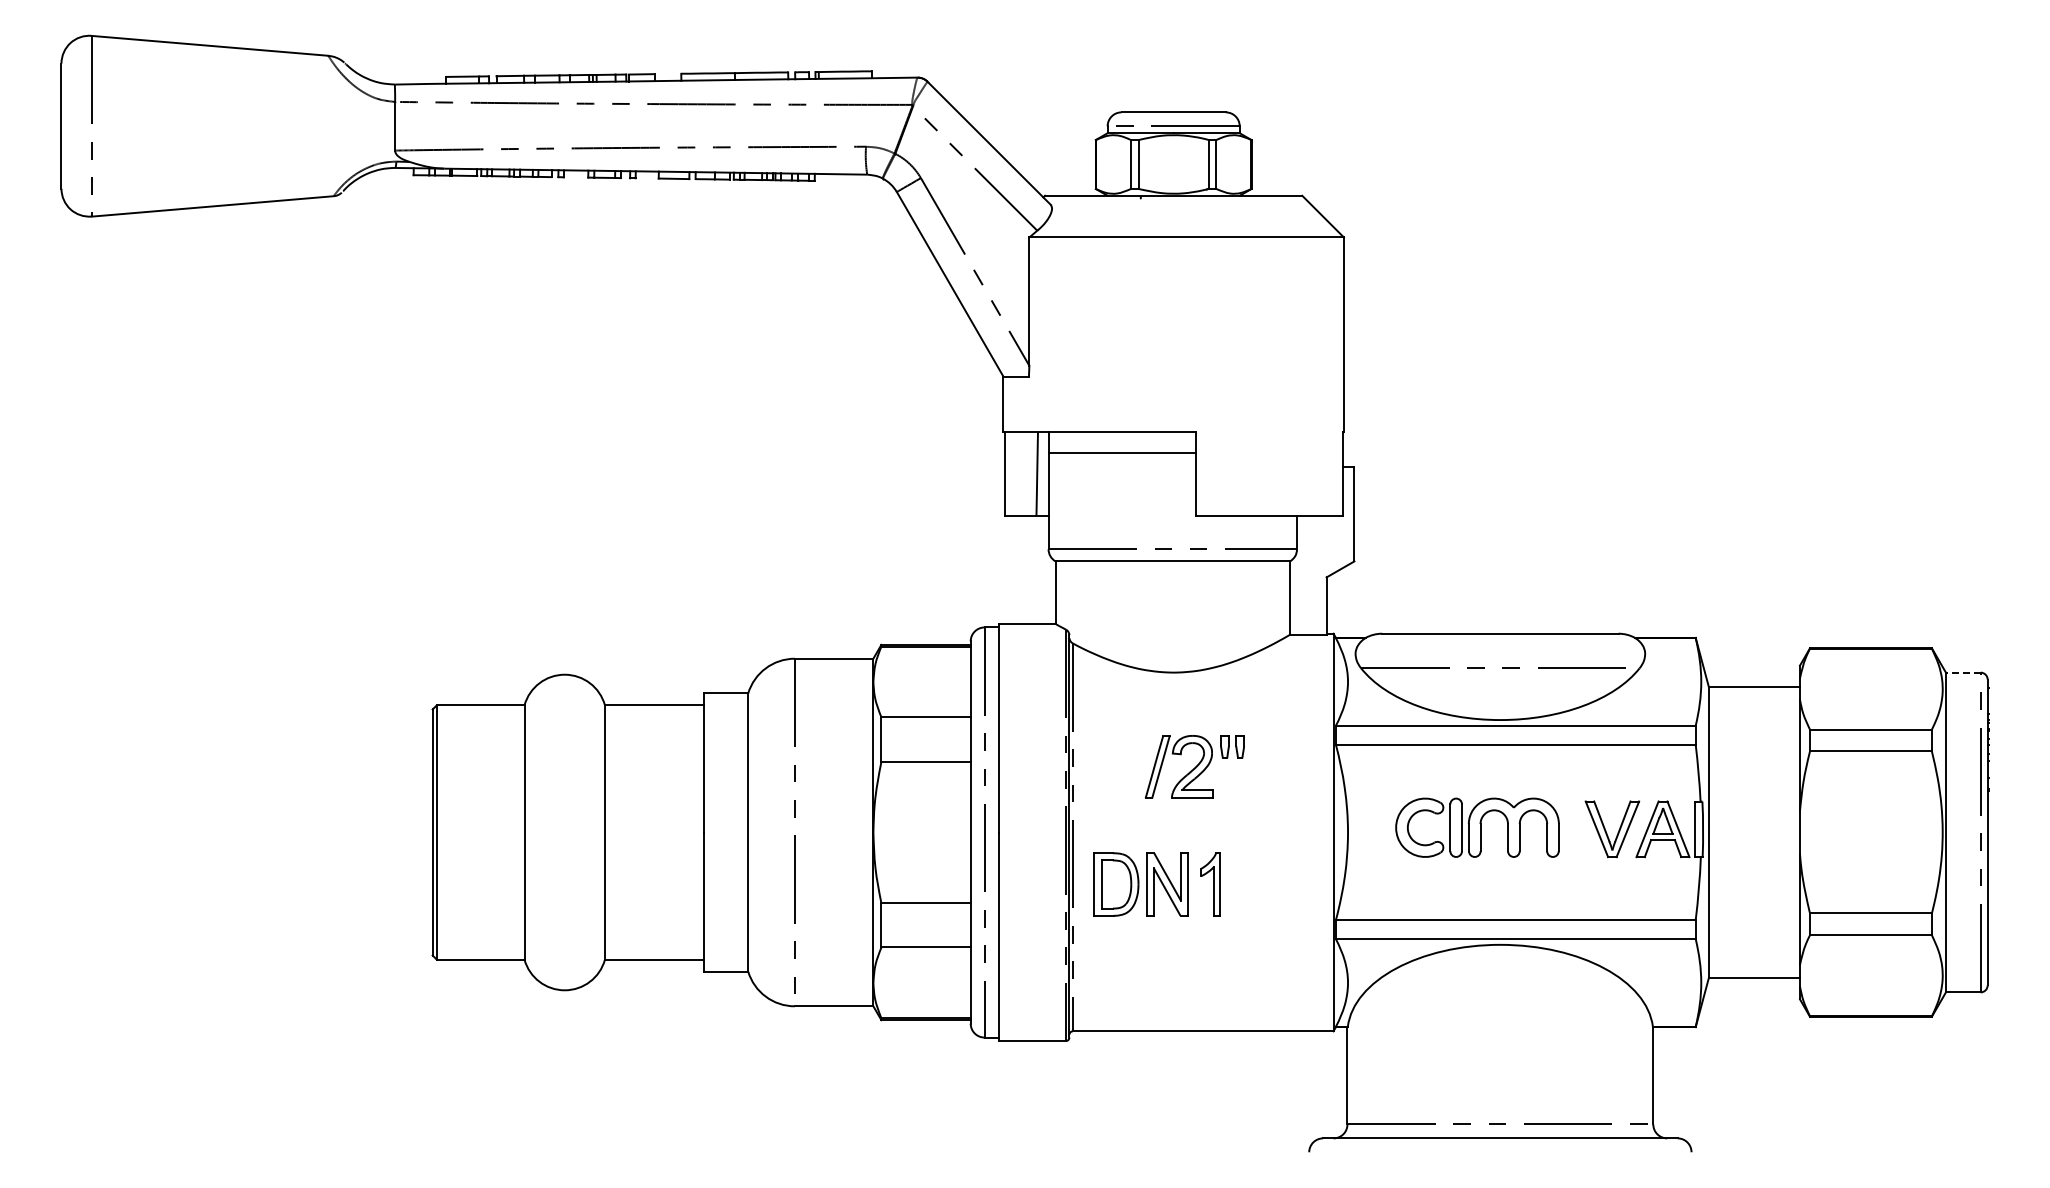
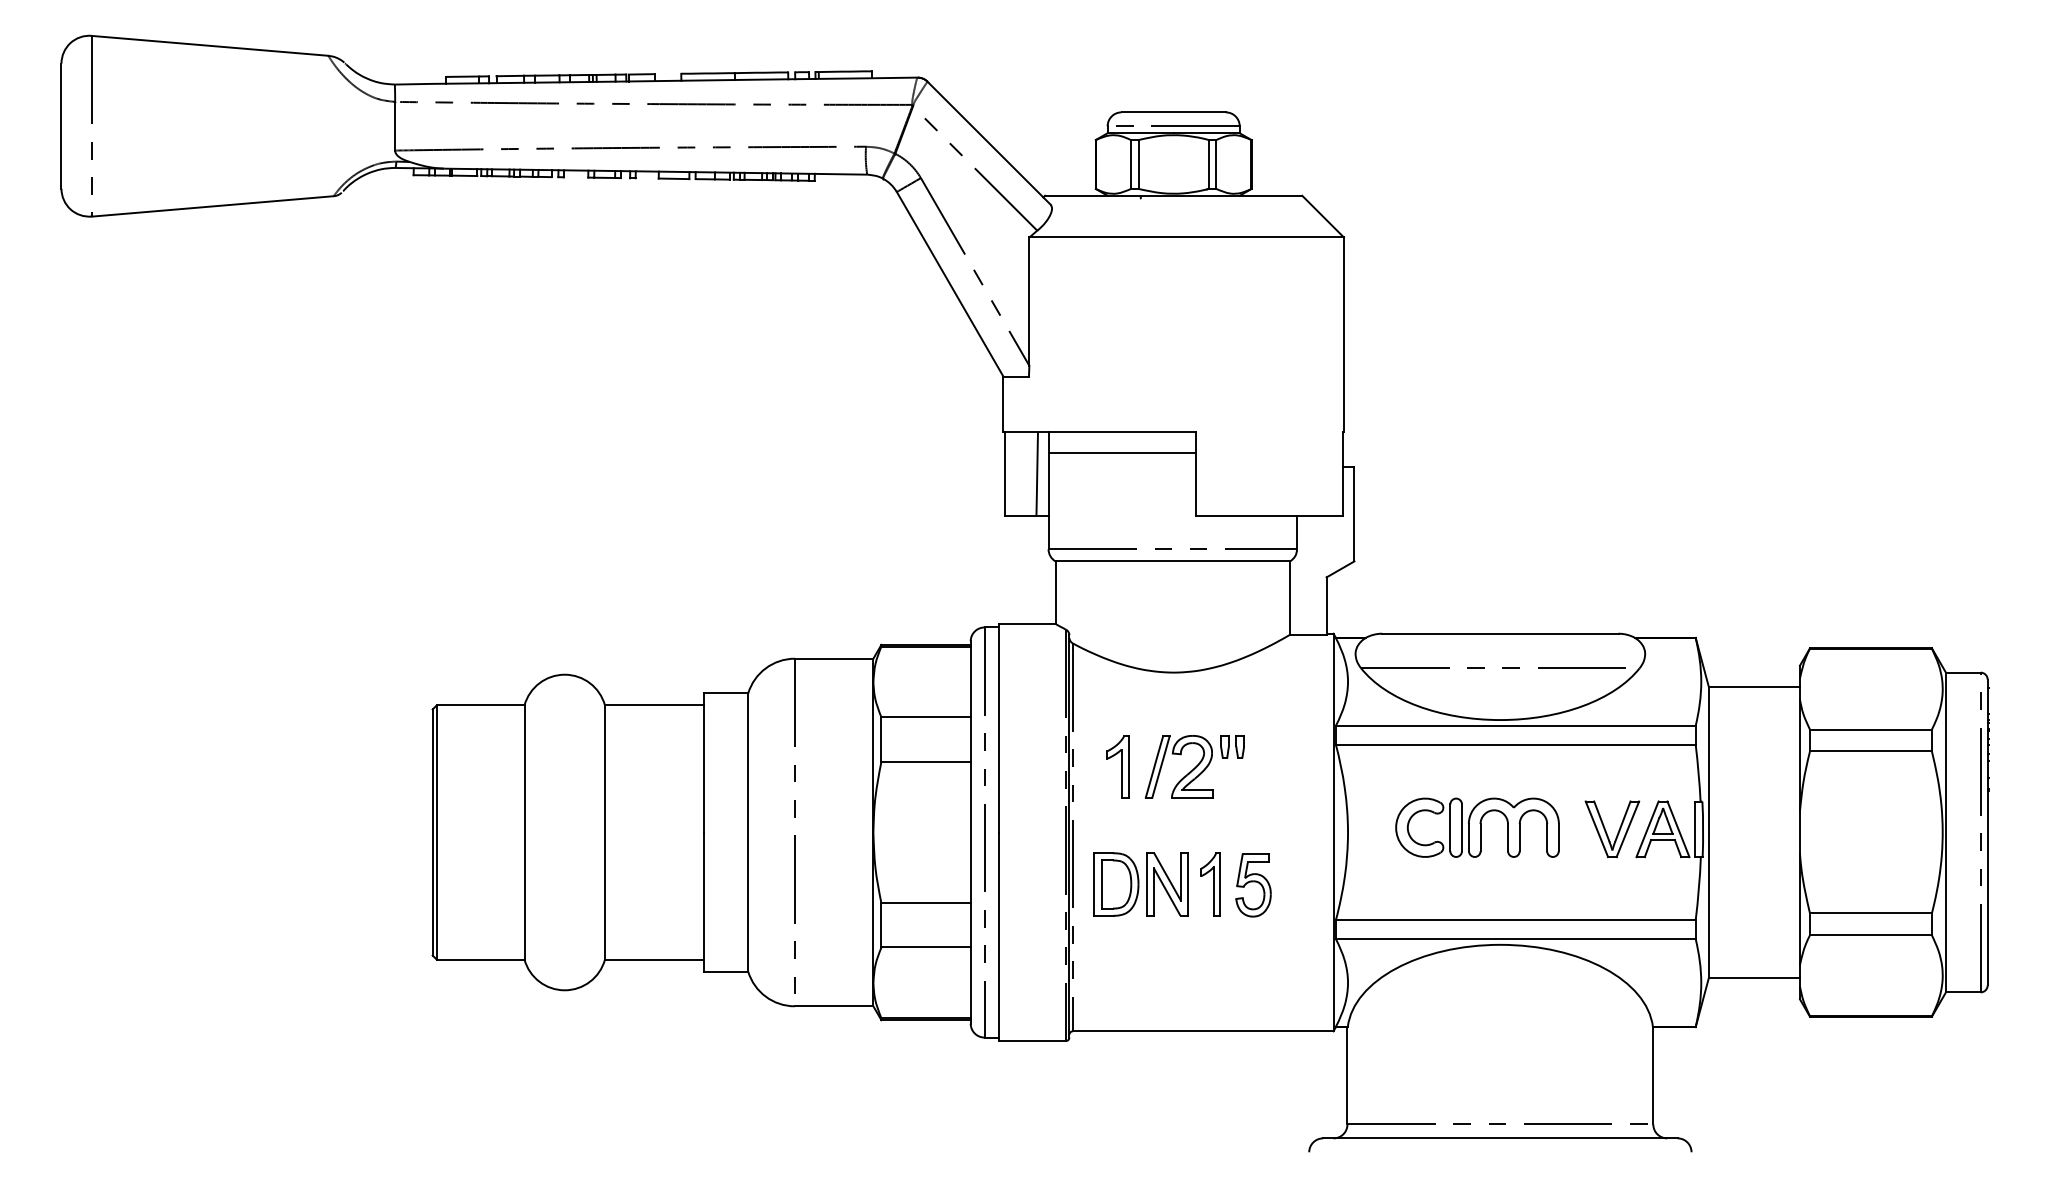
line at (1962, 672): dashed -> solid
part at (1117, 766): none -> present
part at (1253, 885): none -> present
